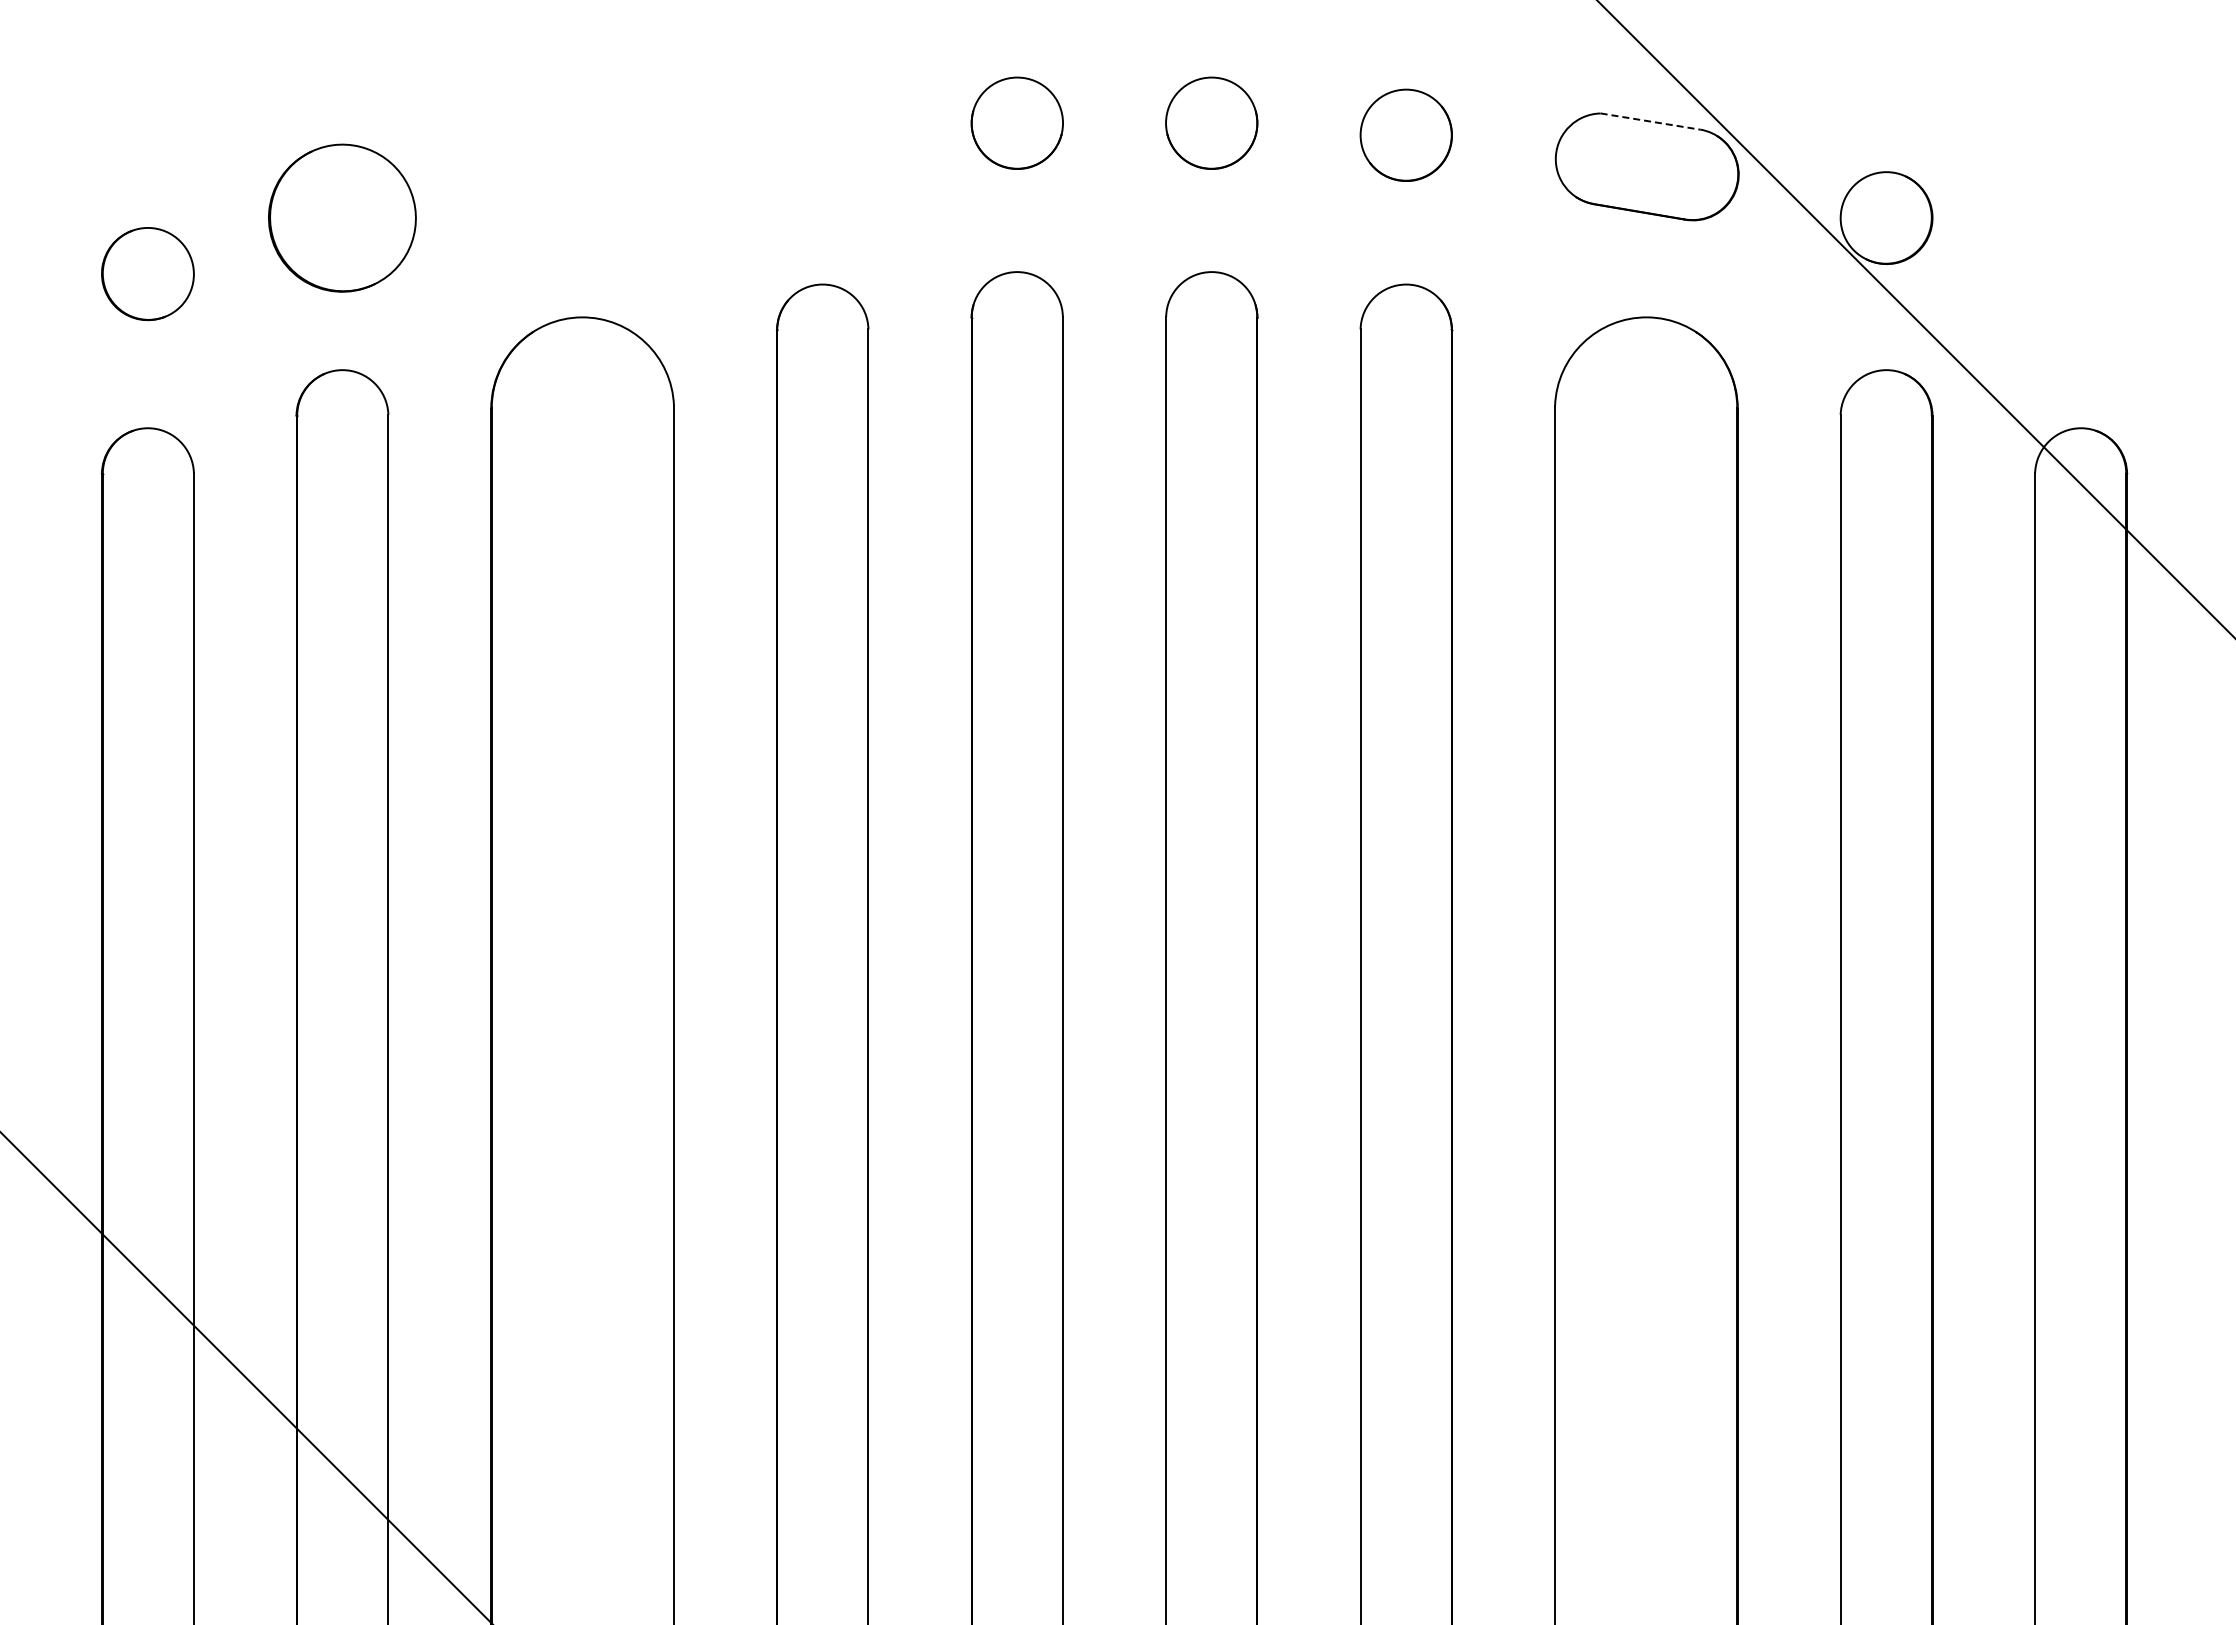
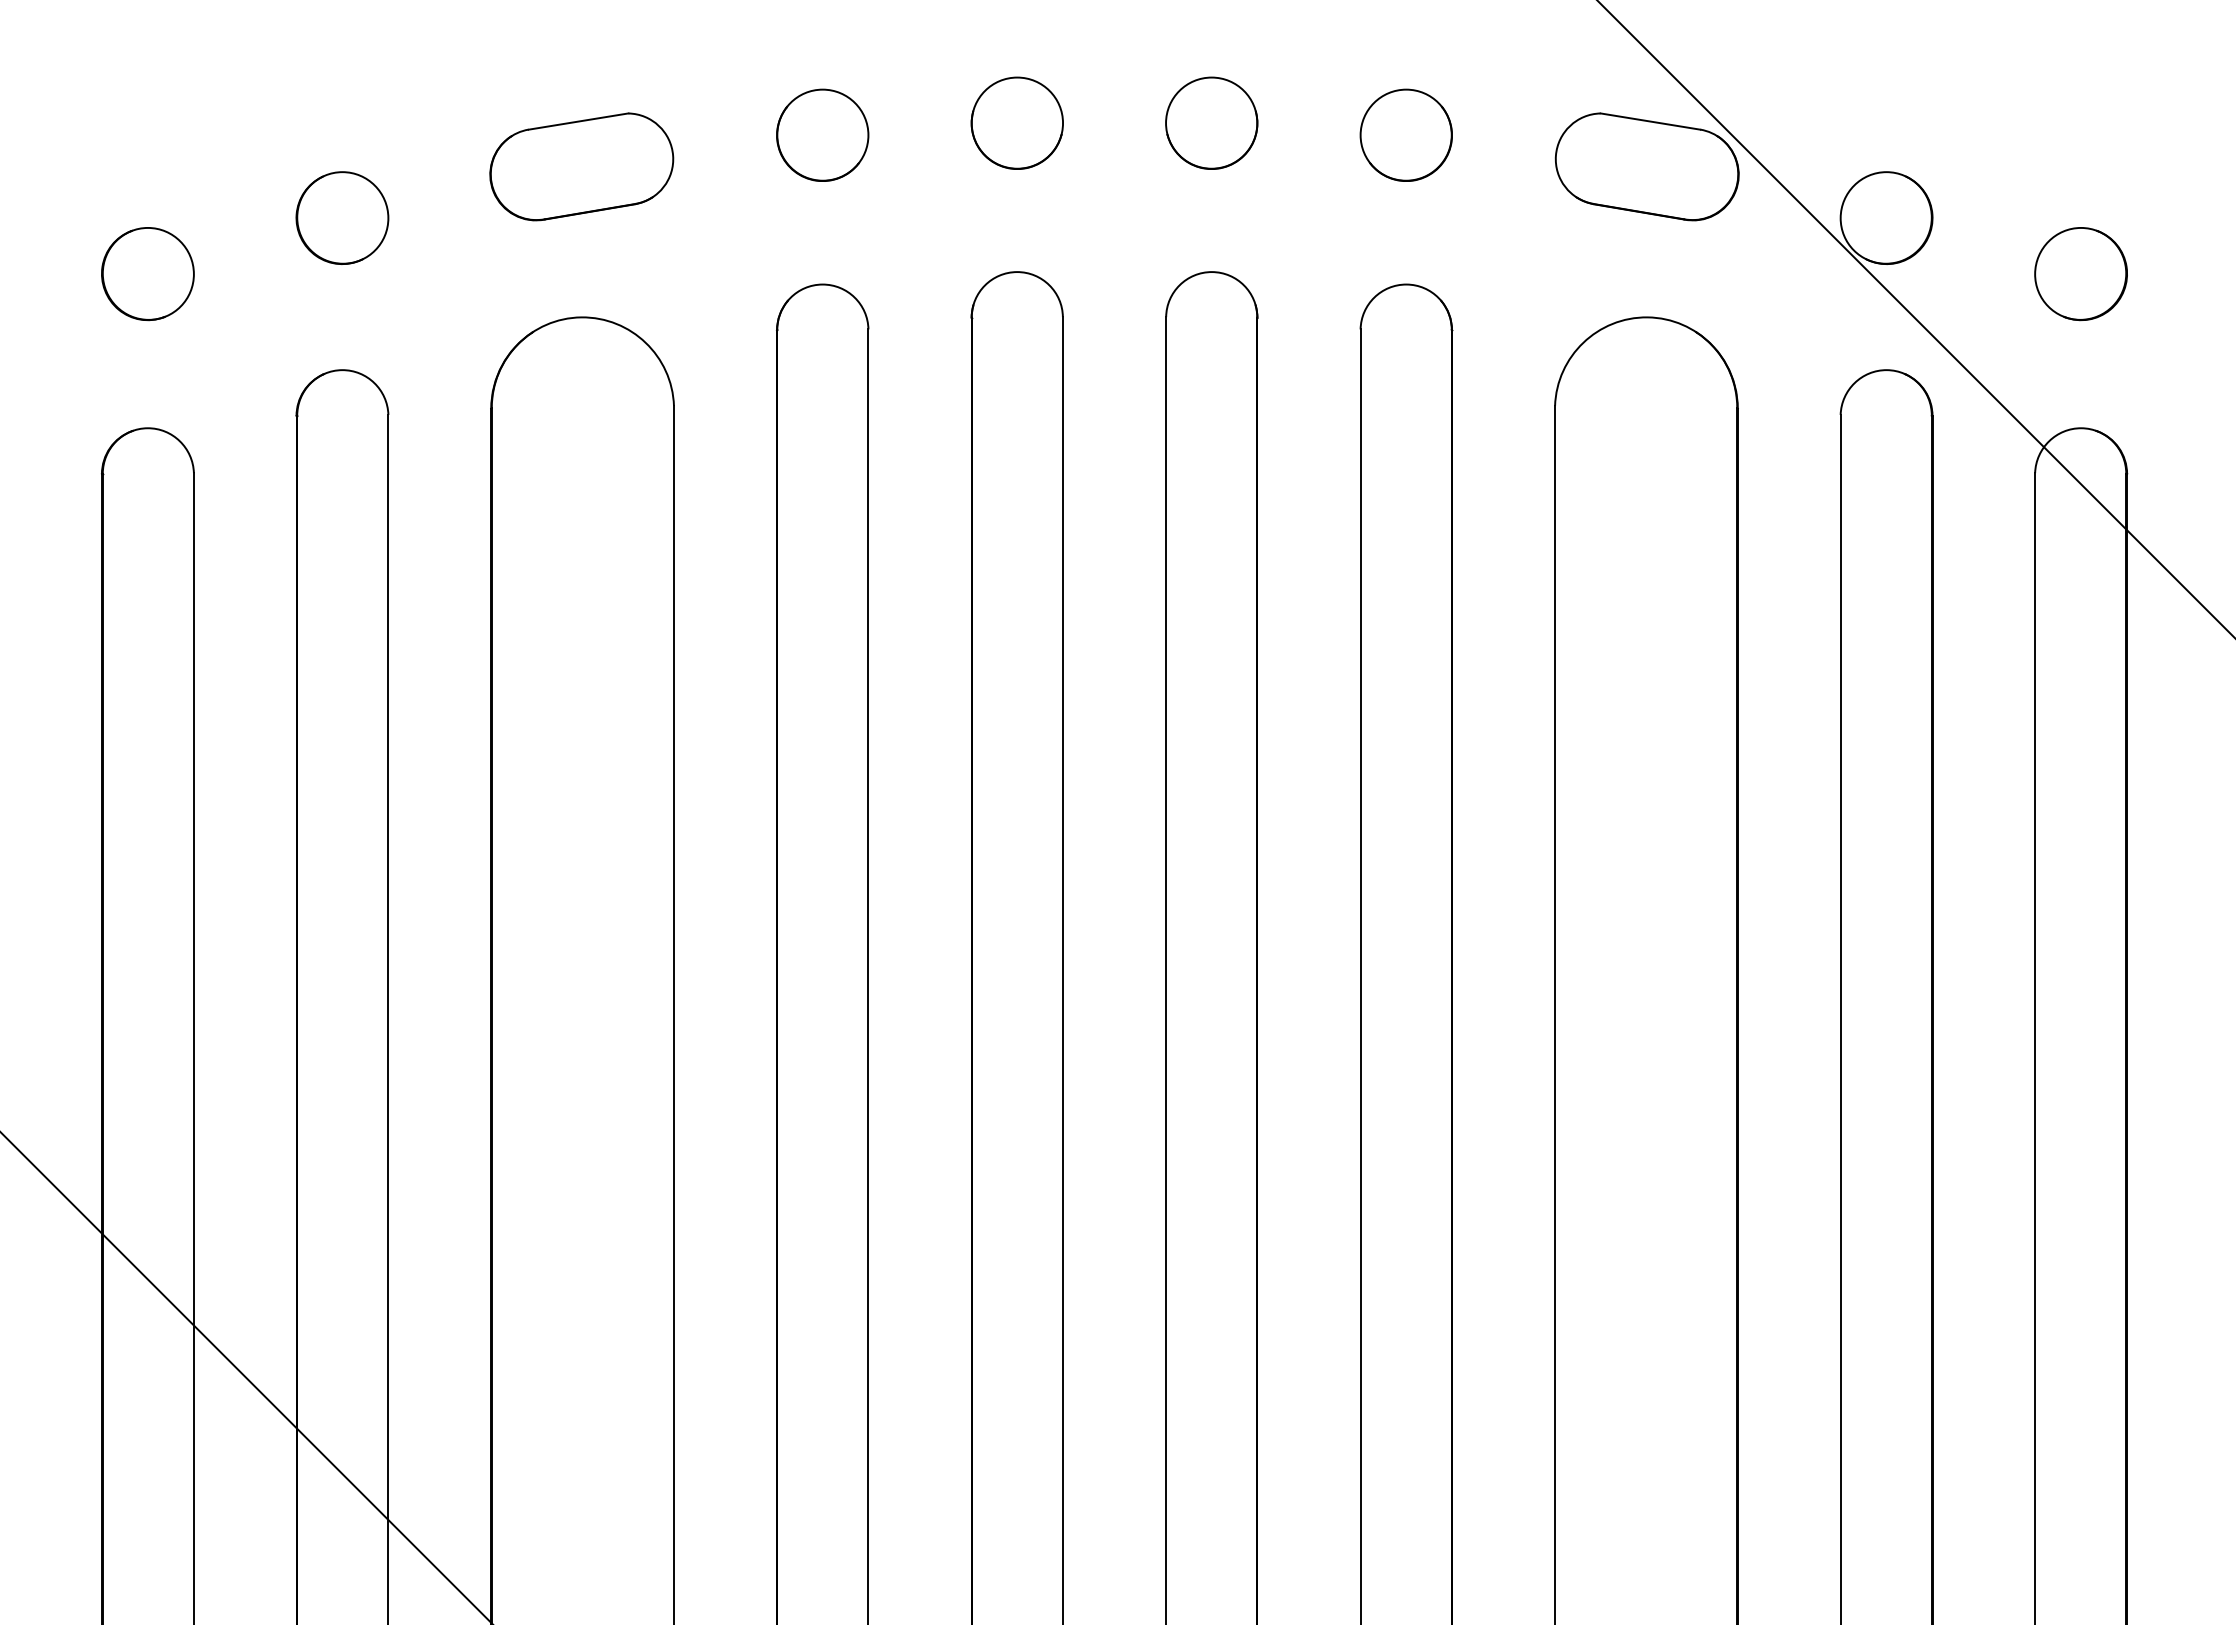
line at (1650, 121): dashed -> solid
part at (822, 134): none -> present
part at (581, 166): none -> present
part at (342, 217) size: 149x150 px -> 95x94 px
part at (2080, 274): none -> present
